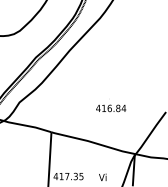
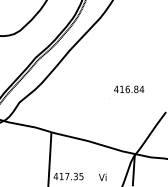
text at (111, 108) position: (111, 108) -> (129, 89)
